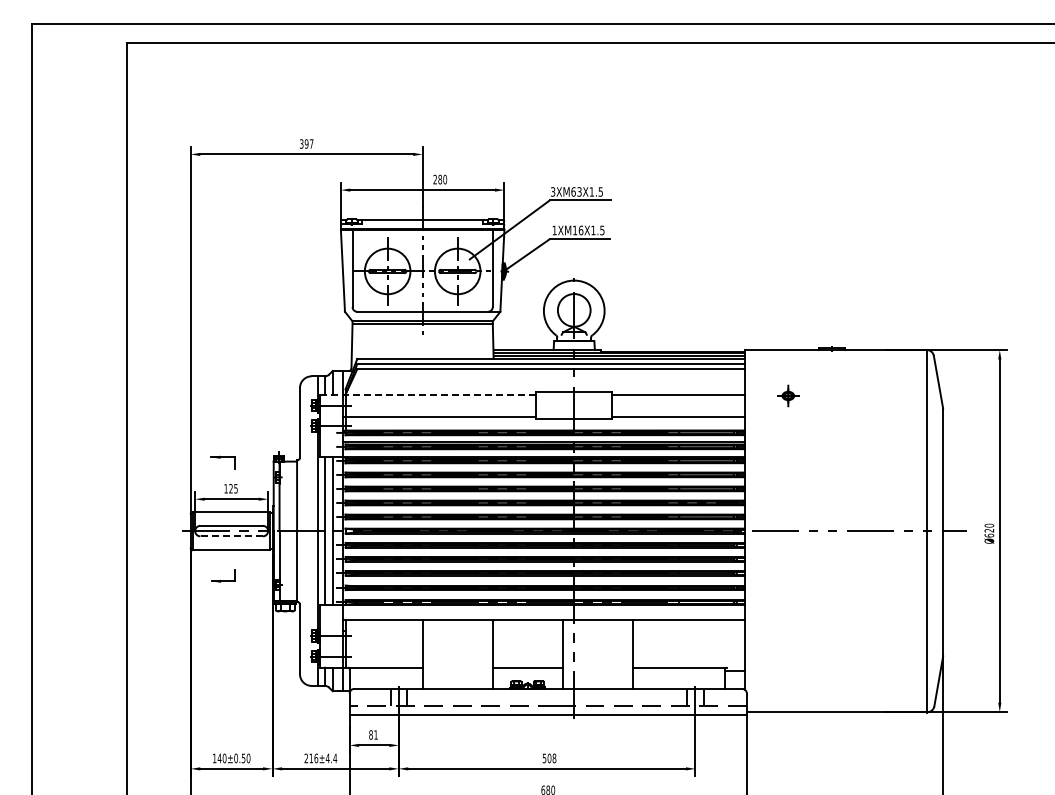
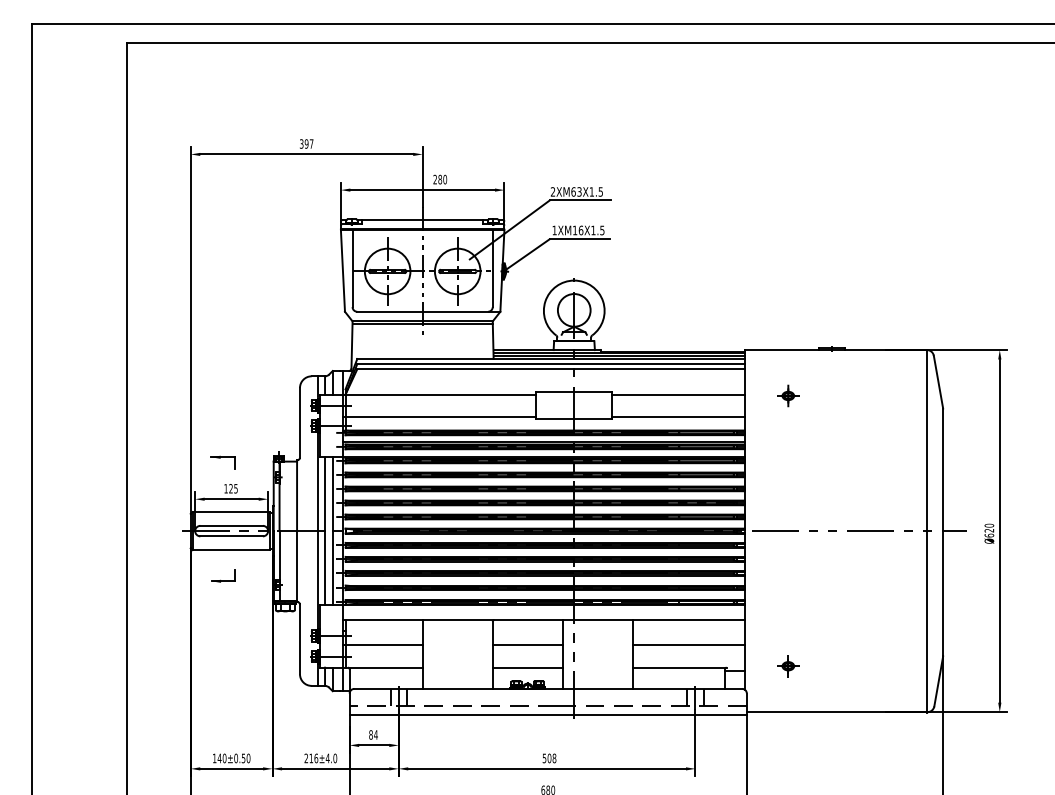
text at (552, 192): 3XM63X1.5 -> 2XM63X1.5
line at (427, 394): dashed -> solid
line at (231, 536): dashed -> solid
line at (382, 645): none -> present
line at (527, 645): none -> present
line at (688, 645): none -> present
part at (788, 666): none -> present
text at (375, 734): 81 -> 84
text at (335, 758): ±4.4 -> ±4.0
